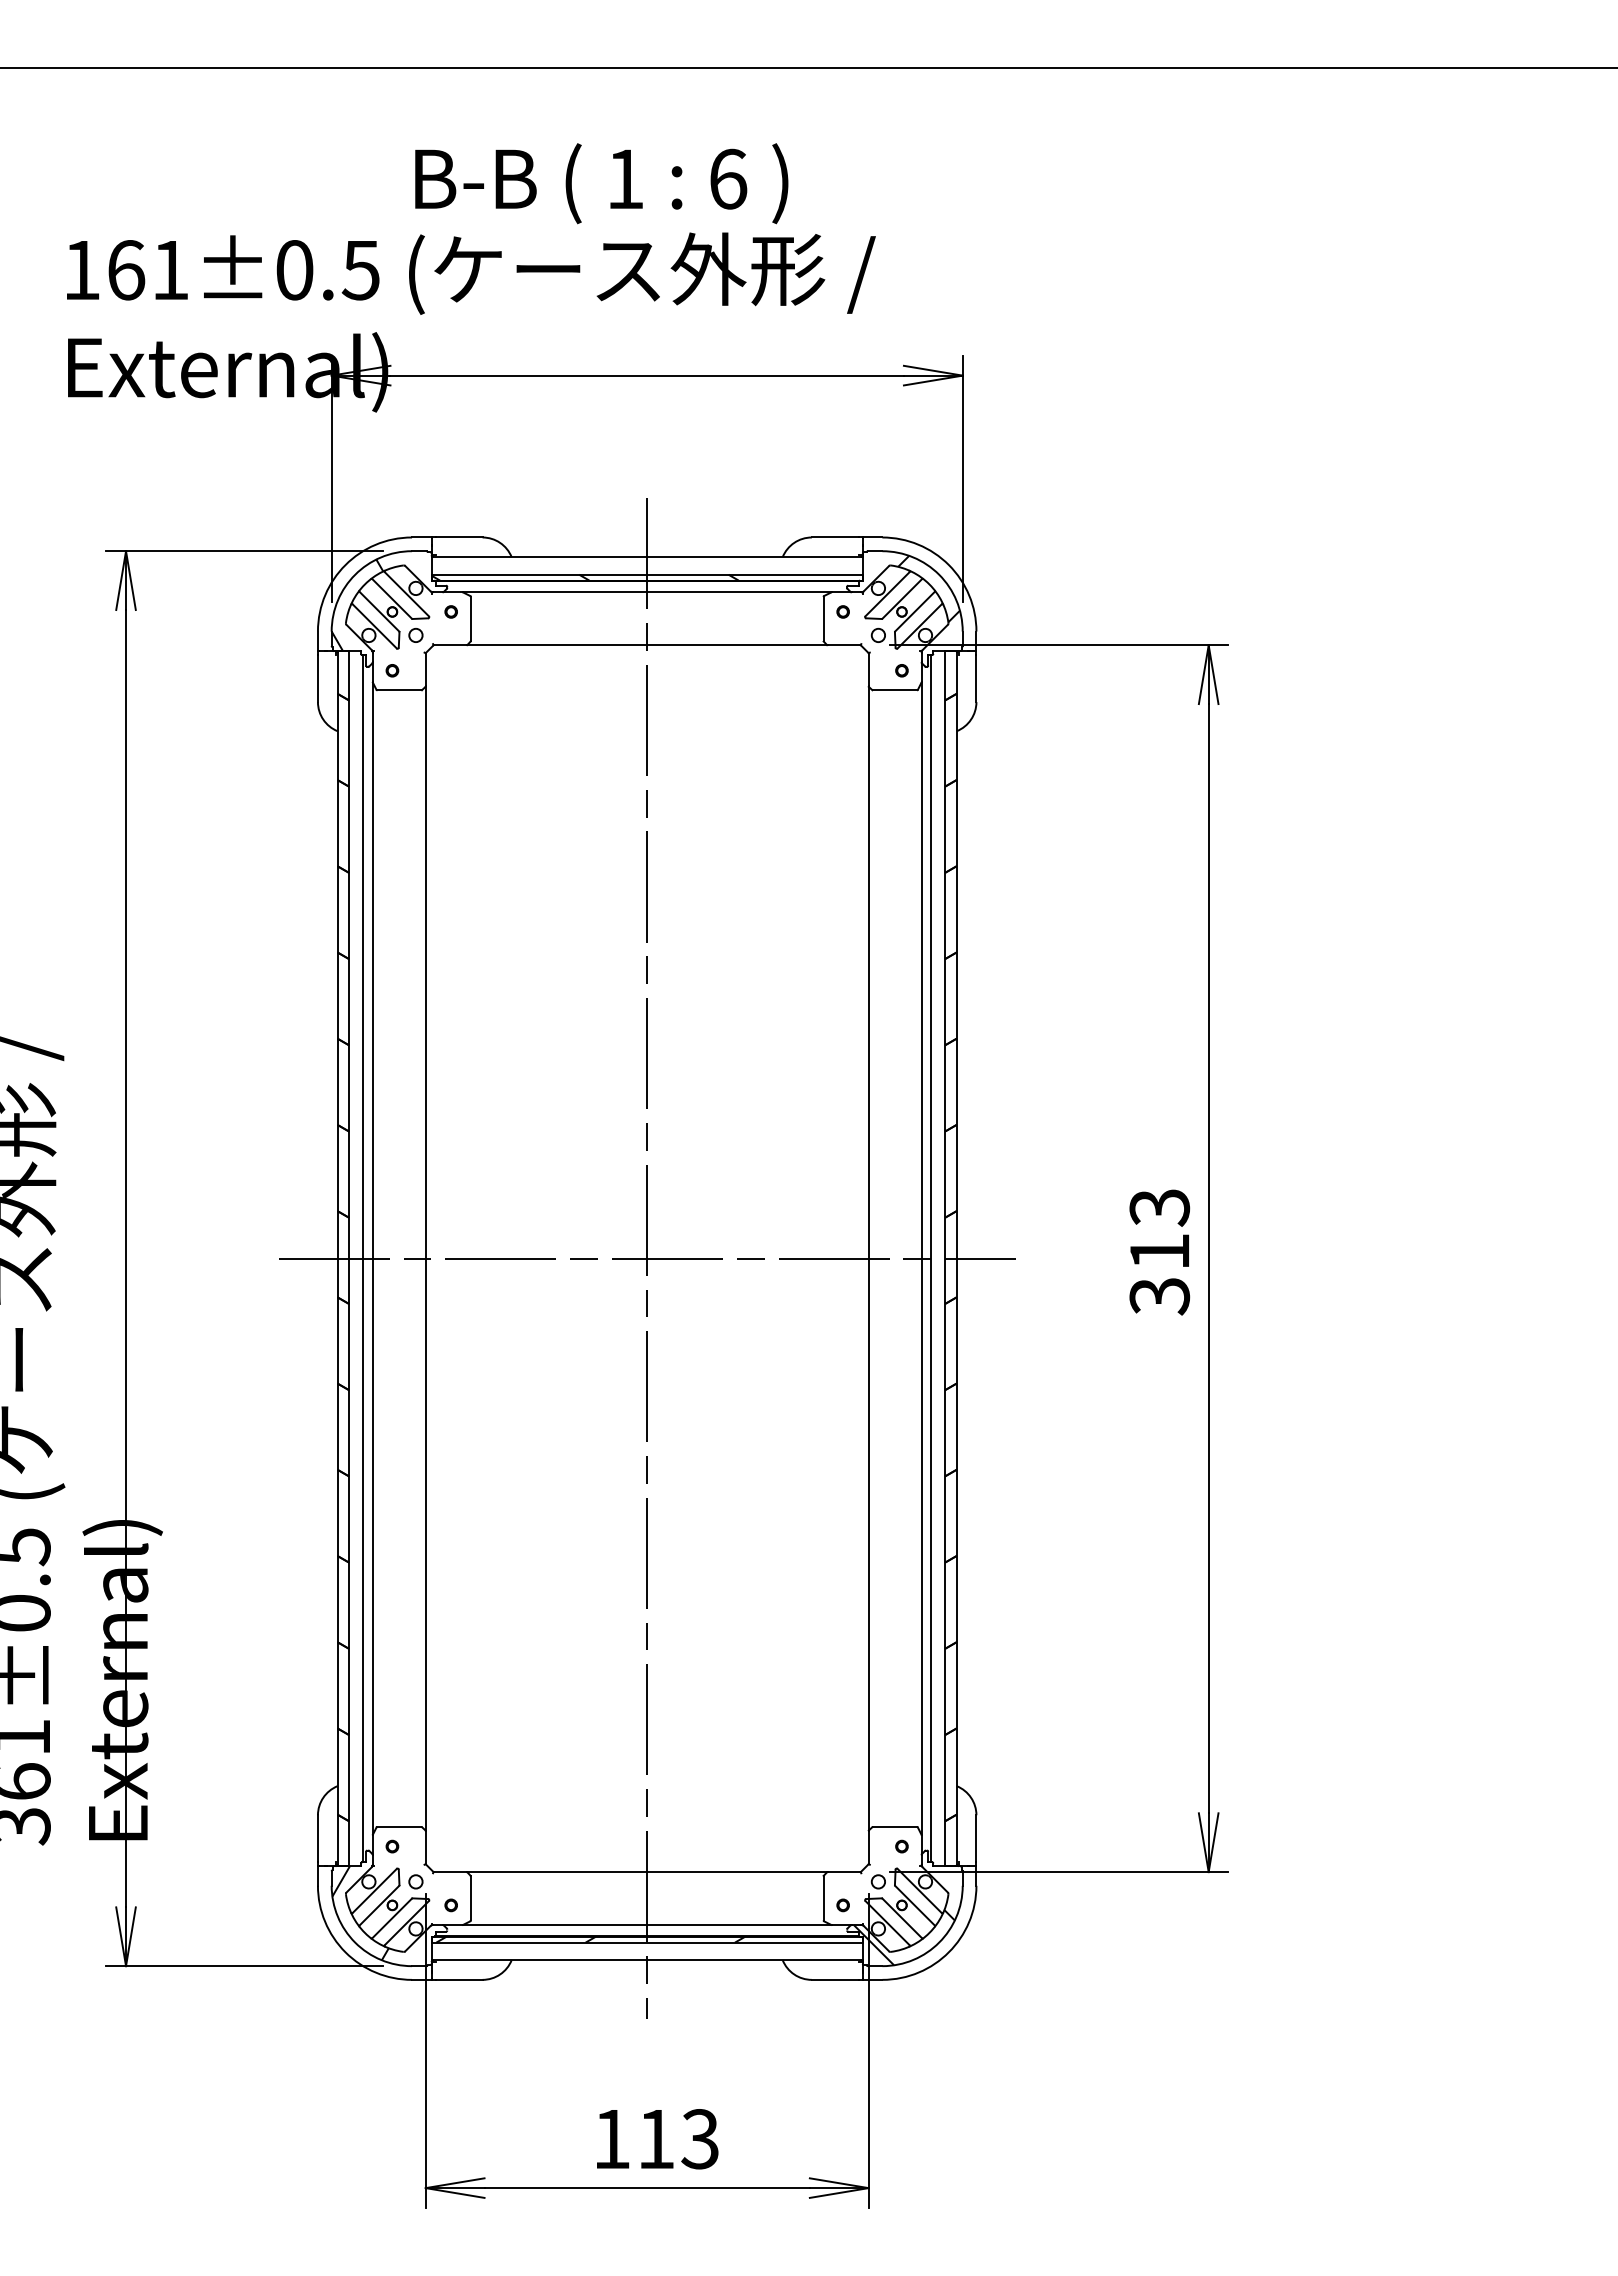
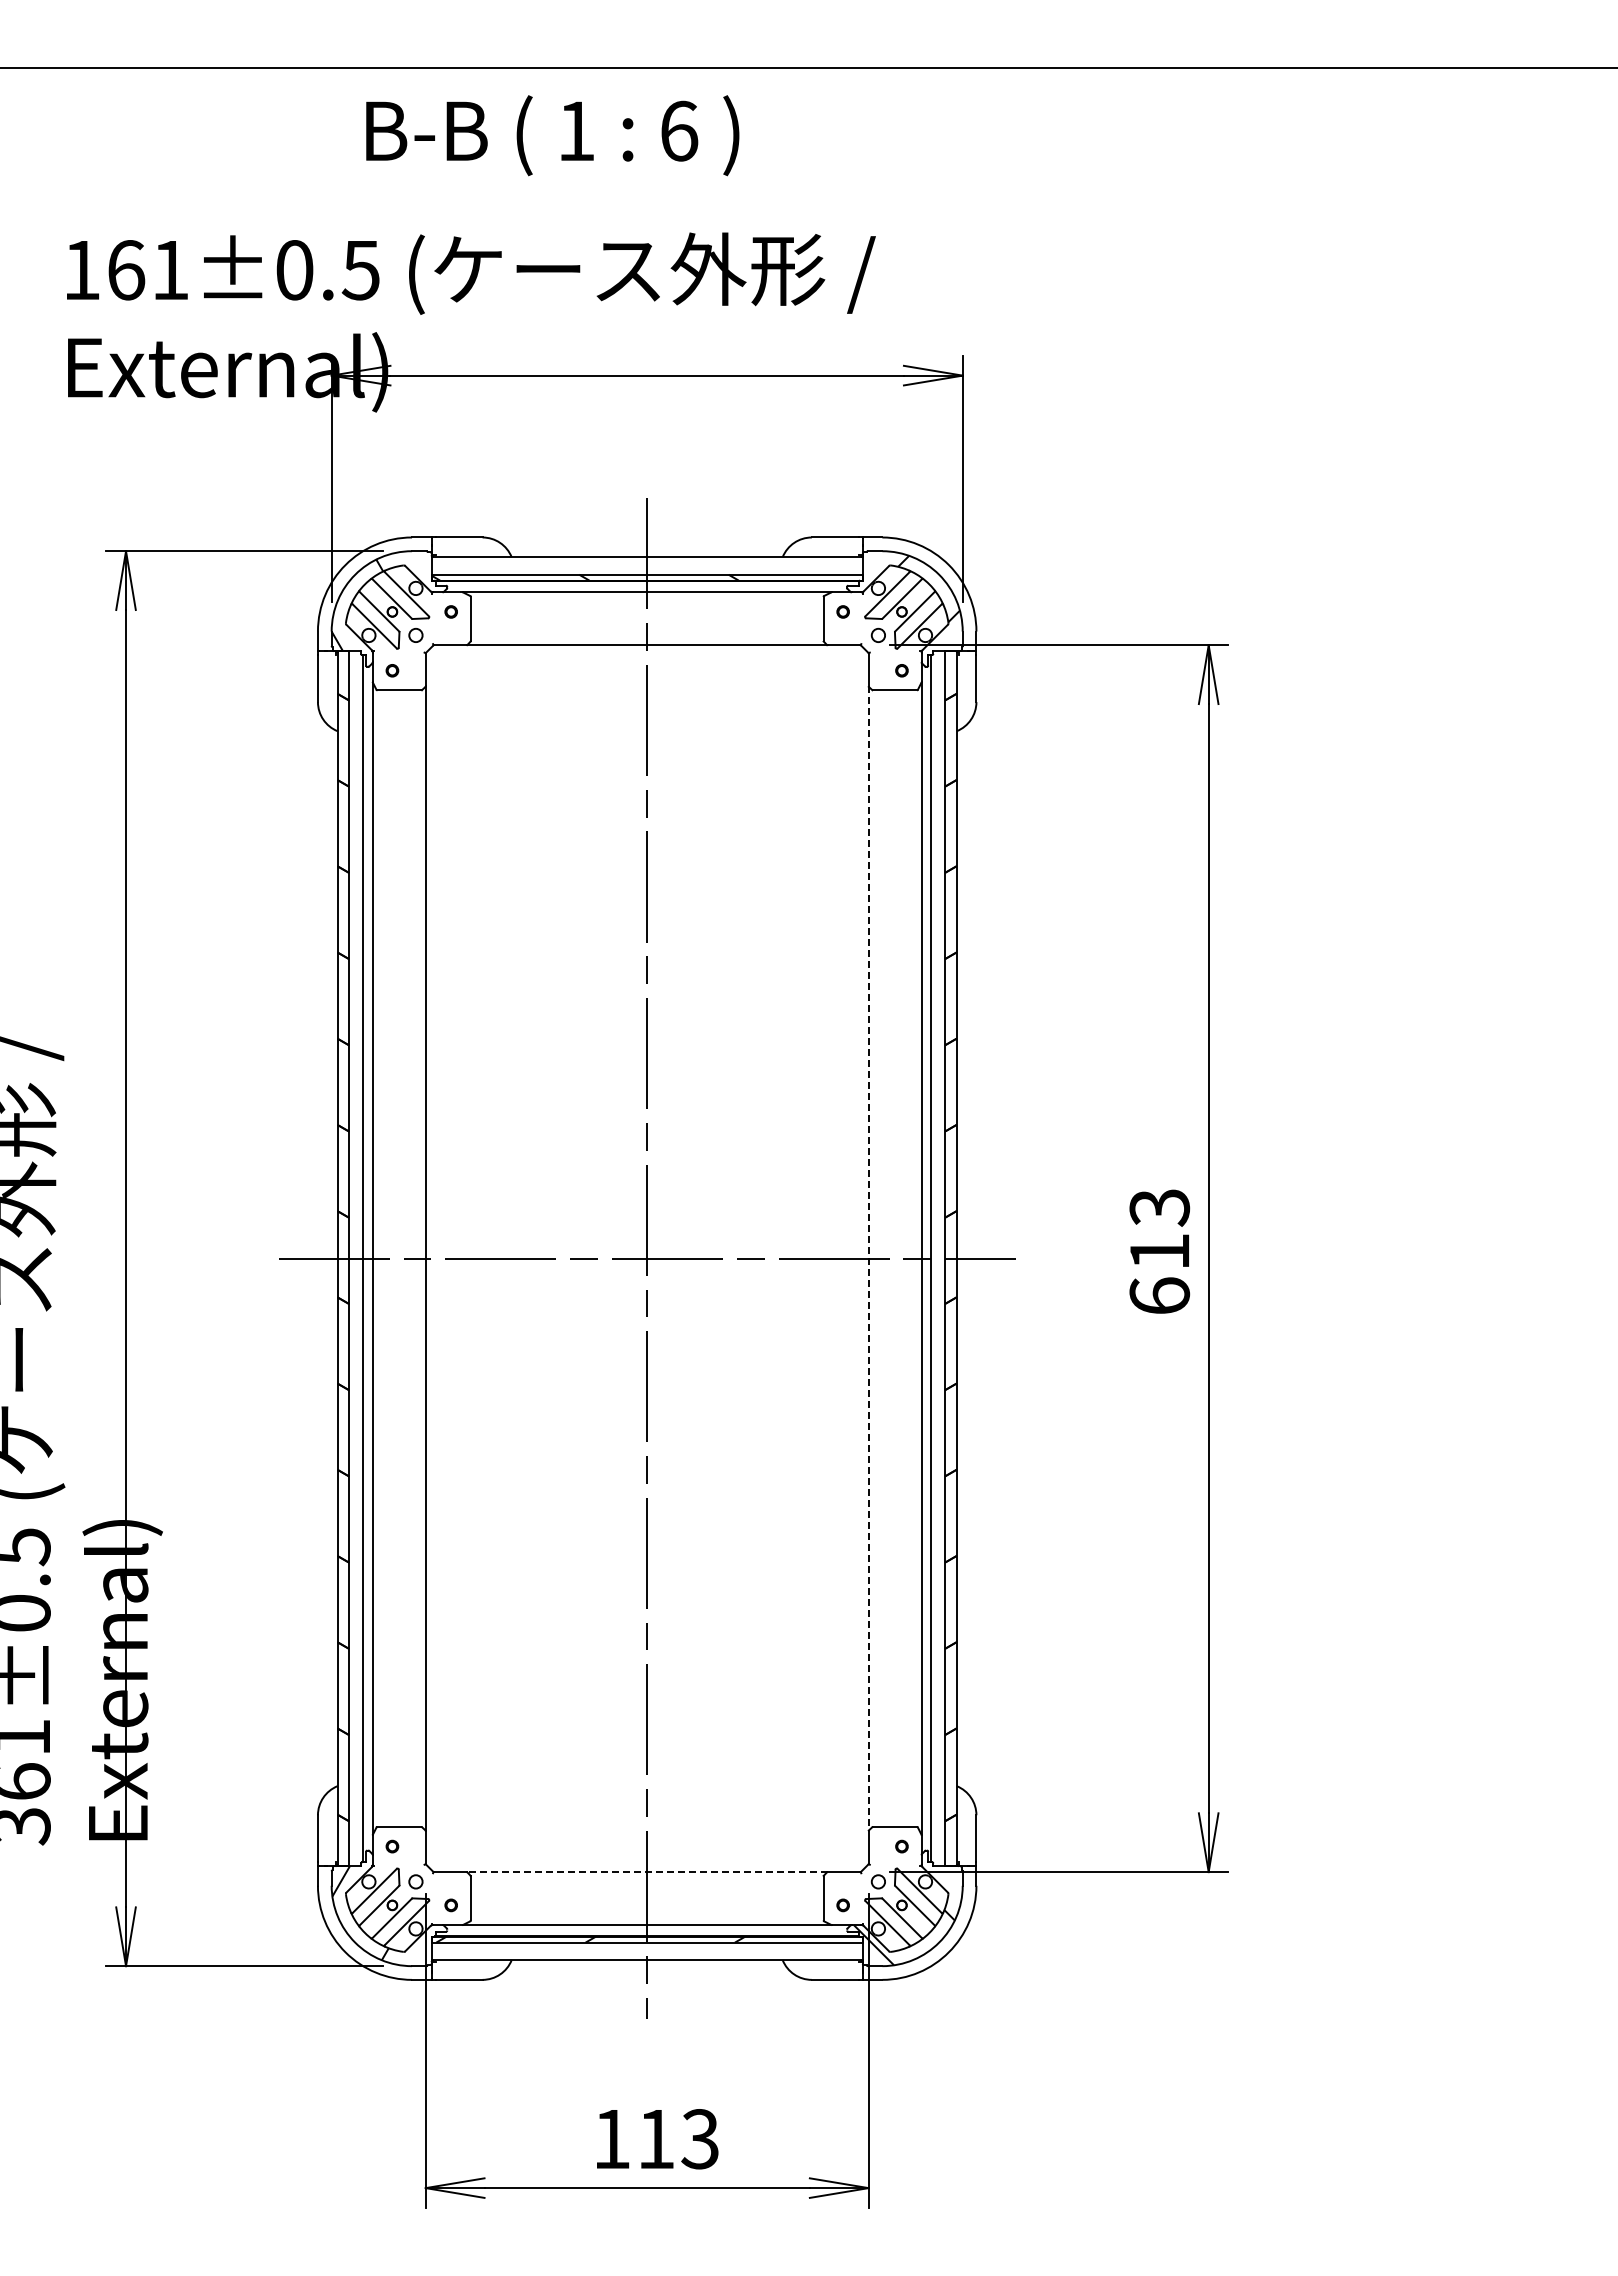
text at (601, 183) position: (601, 183) -> (552, 135)
line at (868, 1259): solid -> dashed
text at (1159, 1296): 313 -> 613
line at (647, 1872): solid -> dashed
